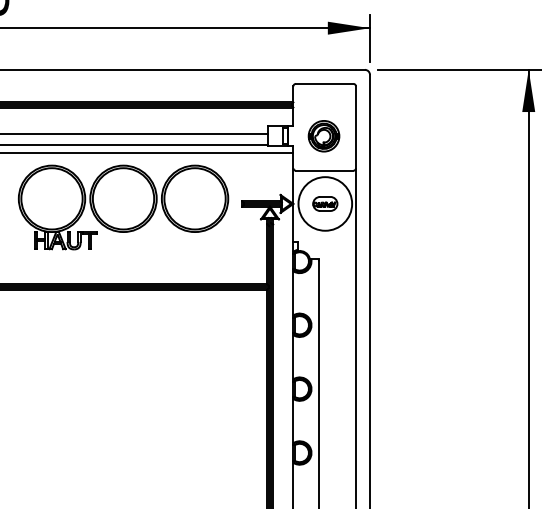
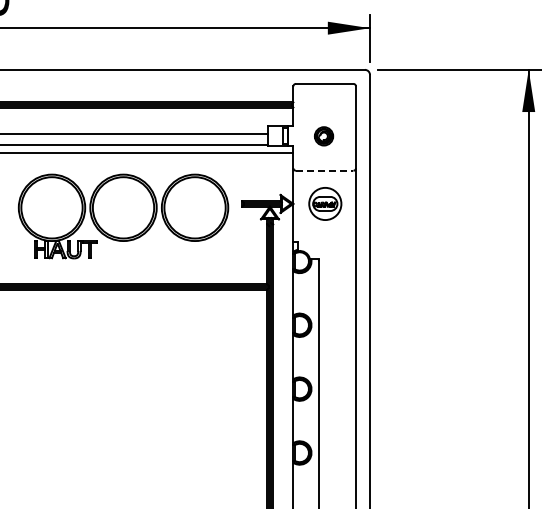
part at (323, 136) size: 34x33 px -> 21x21 px
line at (324, 170): solid -> dashed
circle at (325, 203) diameter: 54 px -> 32 px
part at (123, 207) position: (123, 207) -> (123, 216)
